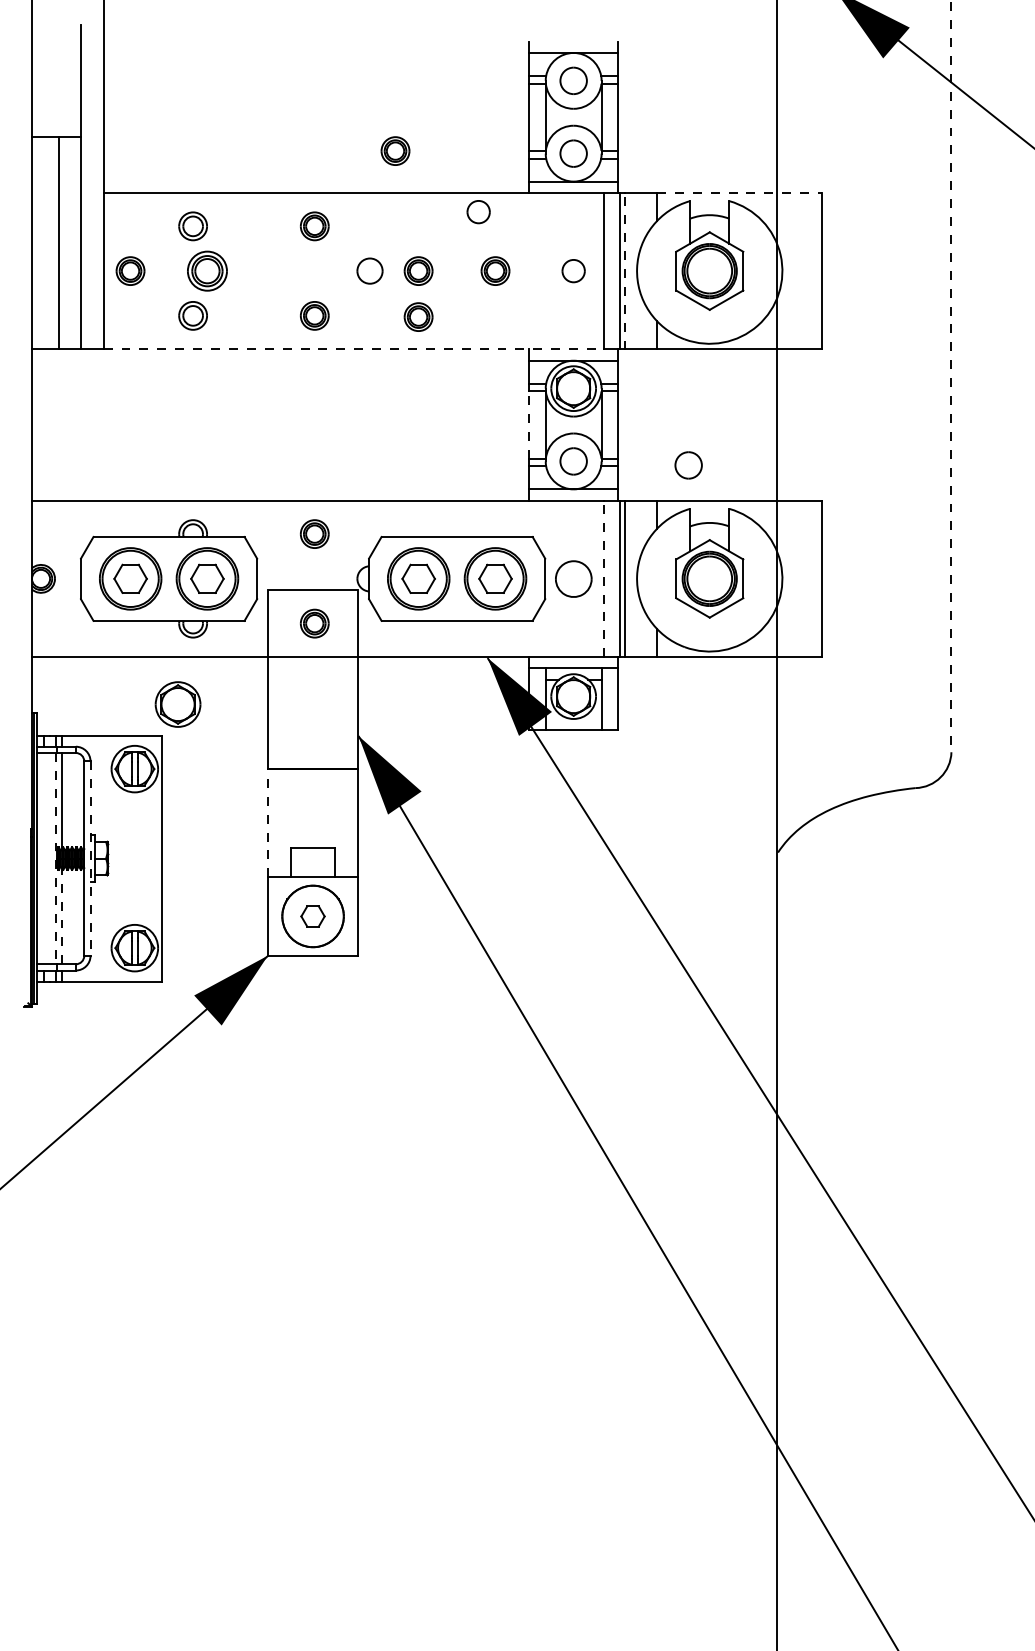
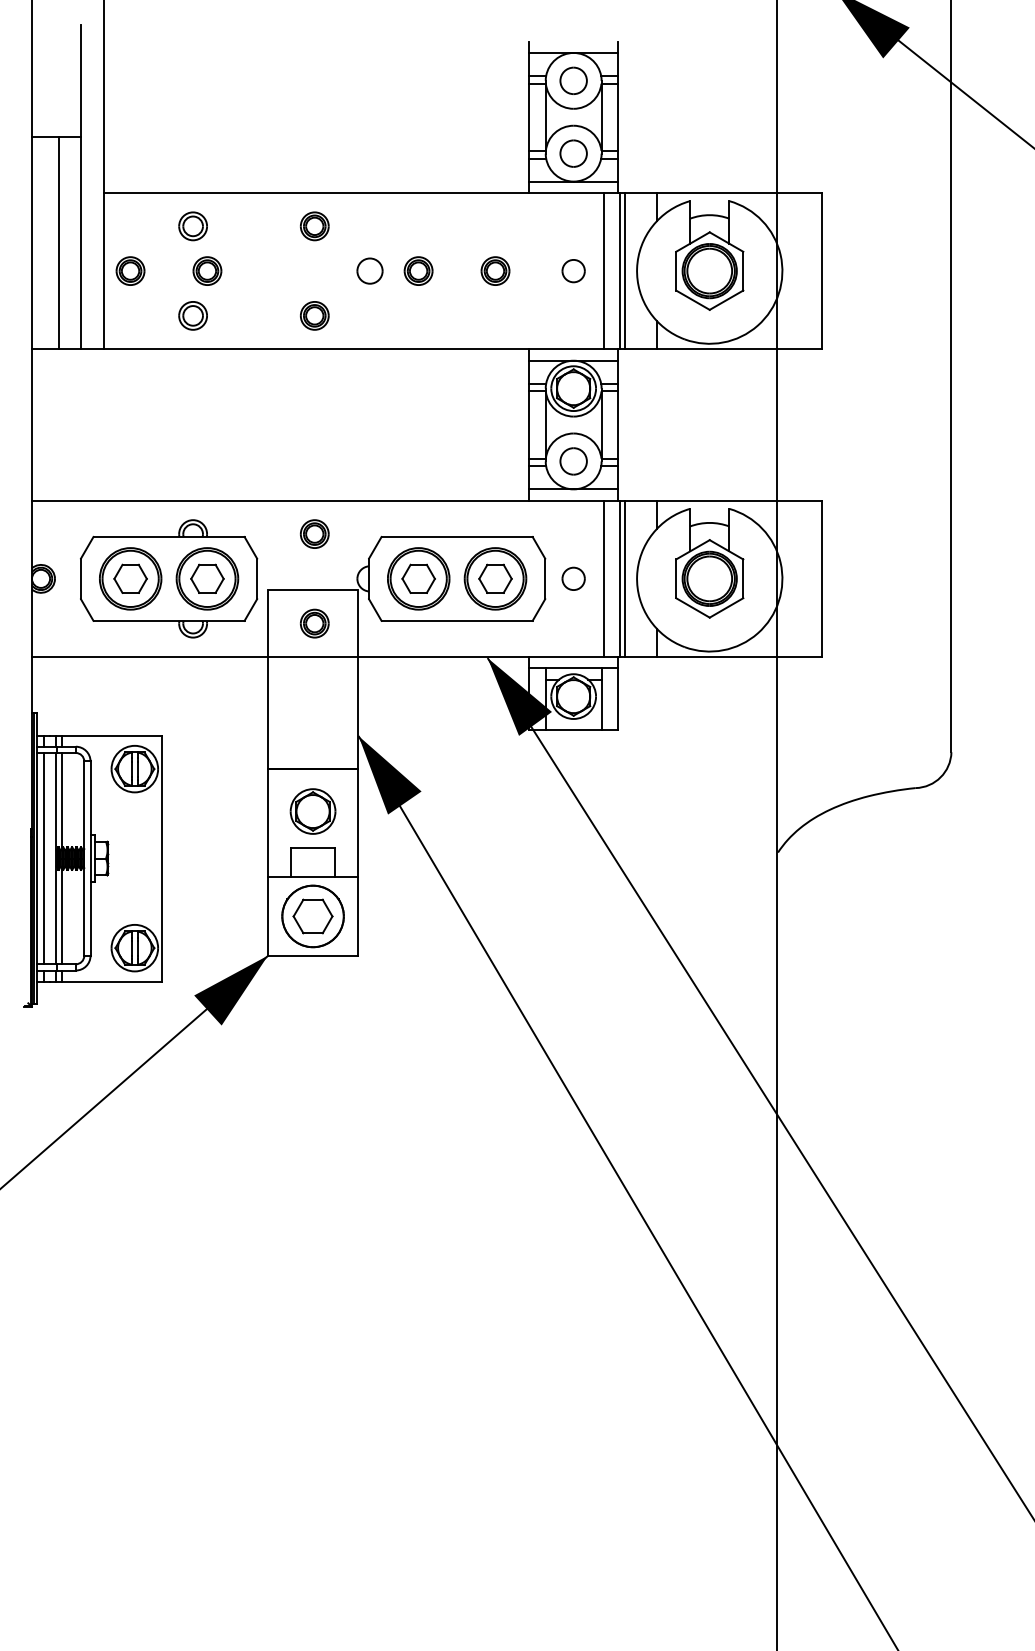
part at (395, 150): present -> none
line at (739, 192): dashed -> solid
part at (478, 212): present -> none
part at (207, 270) size: 41x42 px -> 31x30 px
line at (625, 270): dashed -> solid
part at (418, 316): present -> none
line at (354, 349): dashed -> solid
line at (951, 376): dashed -> solid
line at (528, 425): dashed -> solid
part at (688, 465): present -> none
part at (573, 578) size: 38x38 px -> 25x25 px
line at (604, 578): dashed -> solid
part at (177, 704) position: (177, 704) -> (312, 811)
line at (268, 823): dashed -> solid
line at (43, 858): none -> present
line at (56, 858): dashed -> solid
line at (90, 859): dashed -> solid
line at (62, 916): dashed -> solid
part at (312, 916) size: 26x23 px -> 42x37 px
